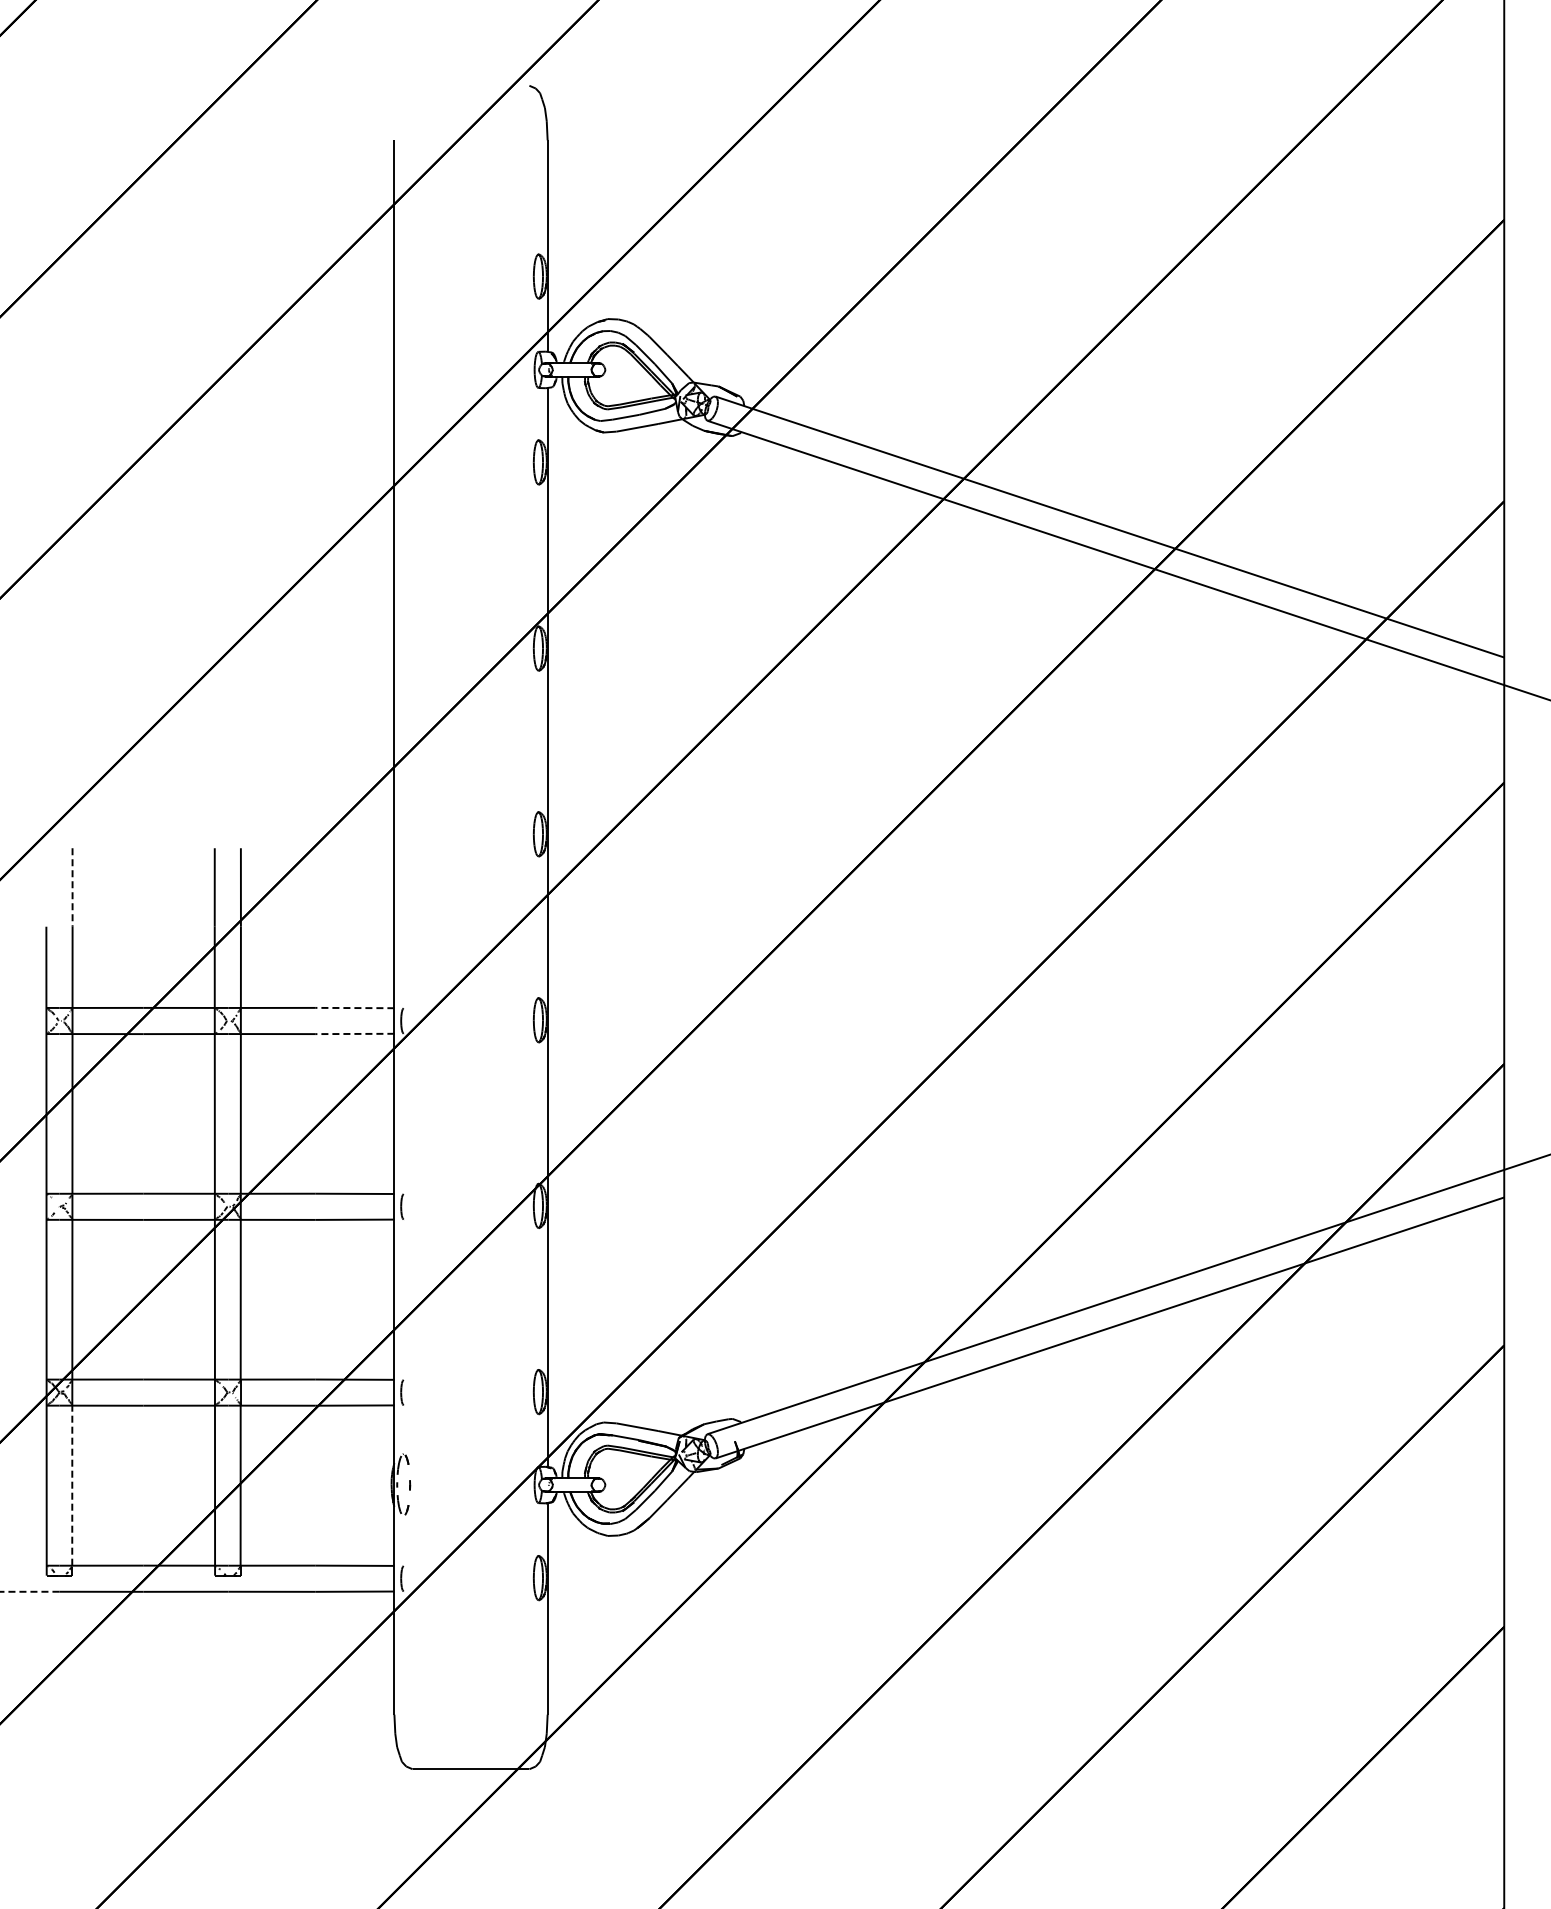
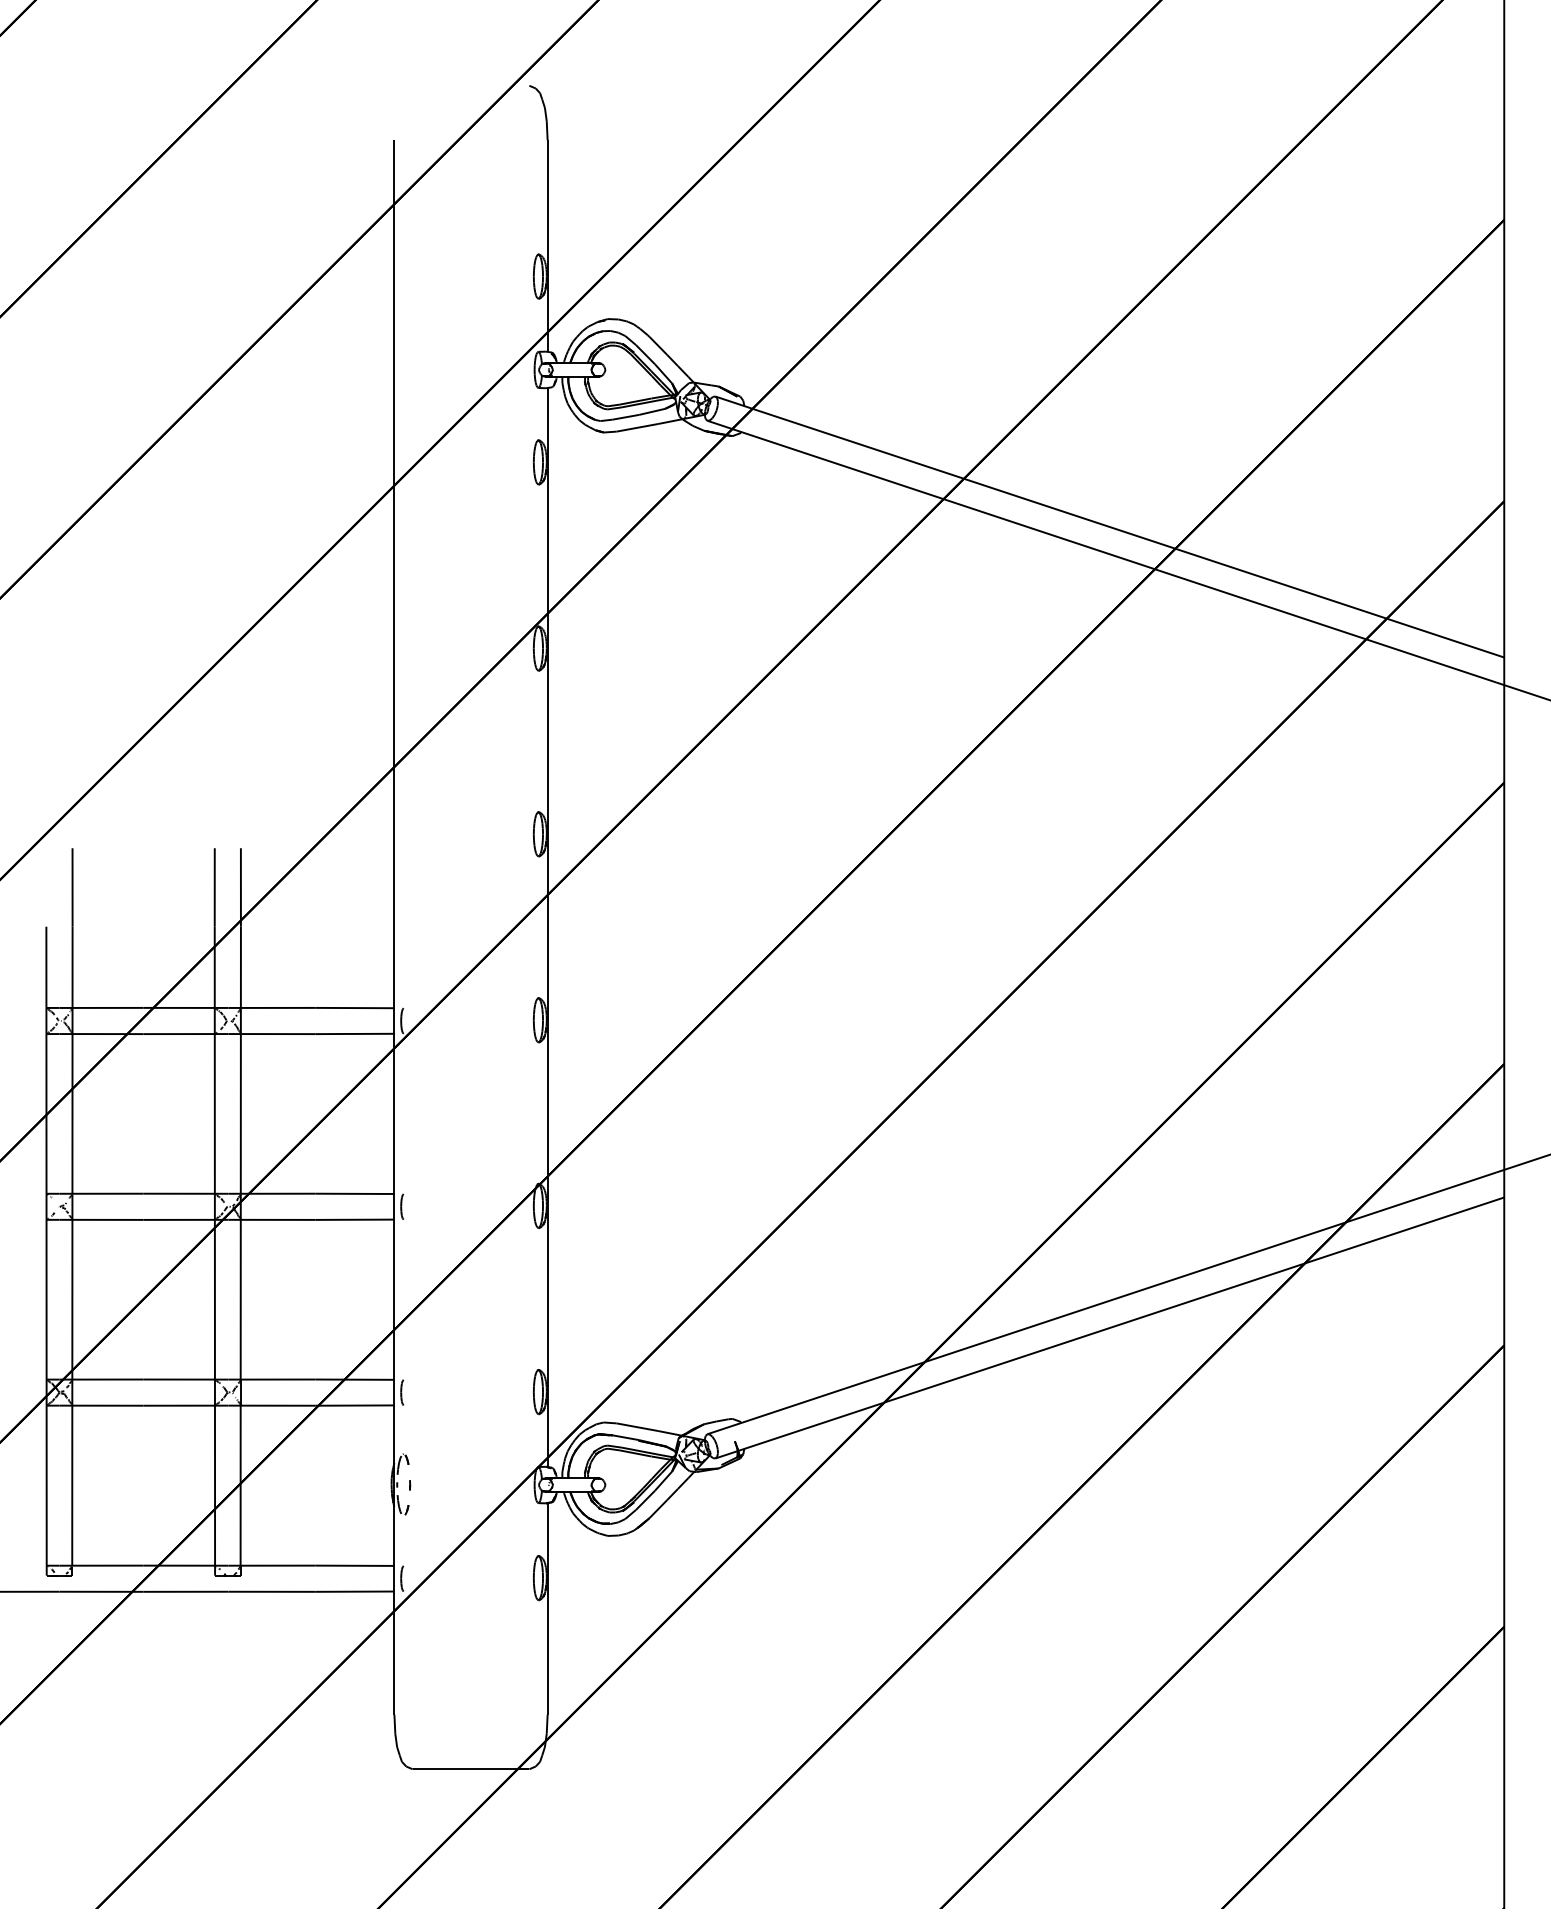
line at (72, 887): dashed -> solid
line at (354, 1008): dashed -> solid
line at (354, 1033): dashed -> solid
line at (72, 1485): dashed -> solid
line at (29, 1591): dashed -> solid
